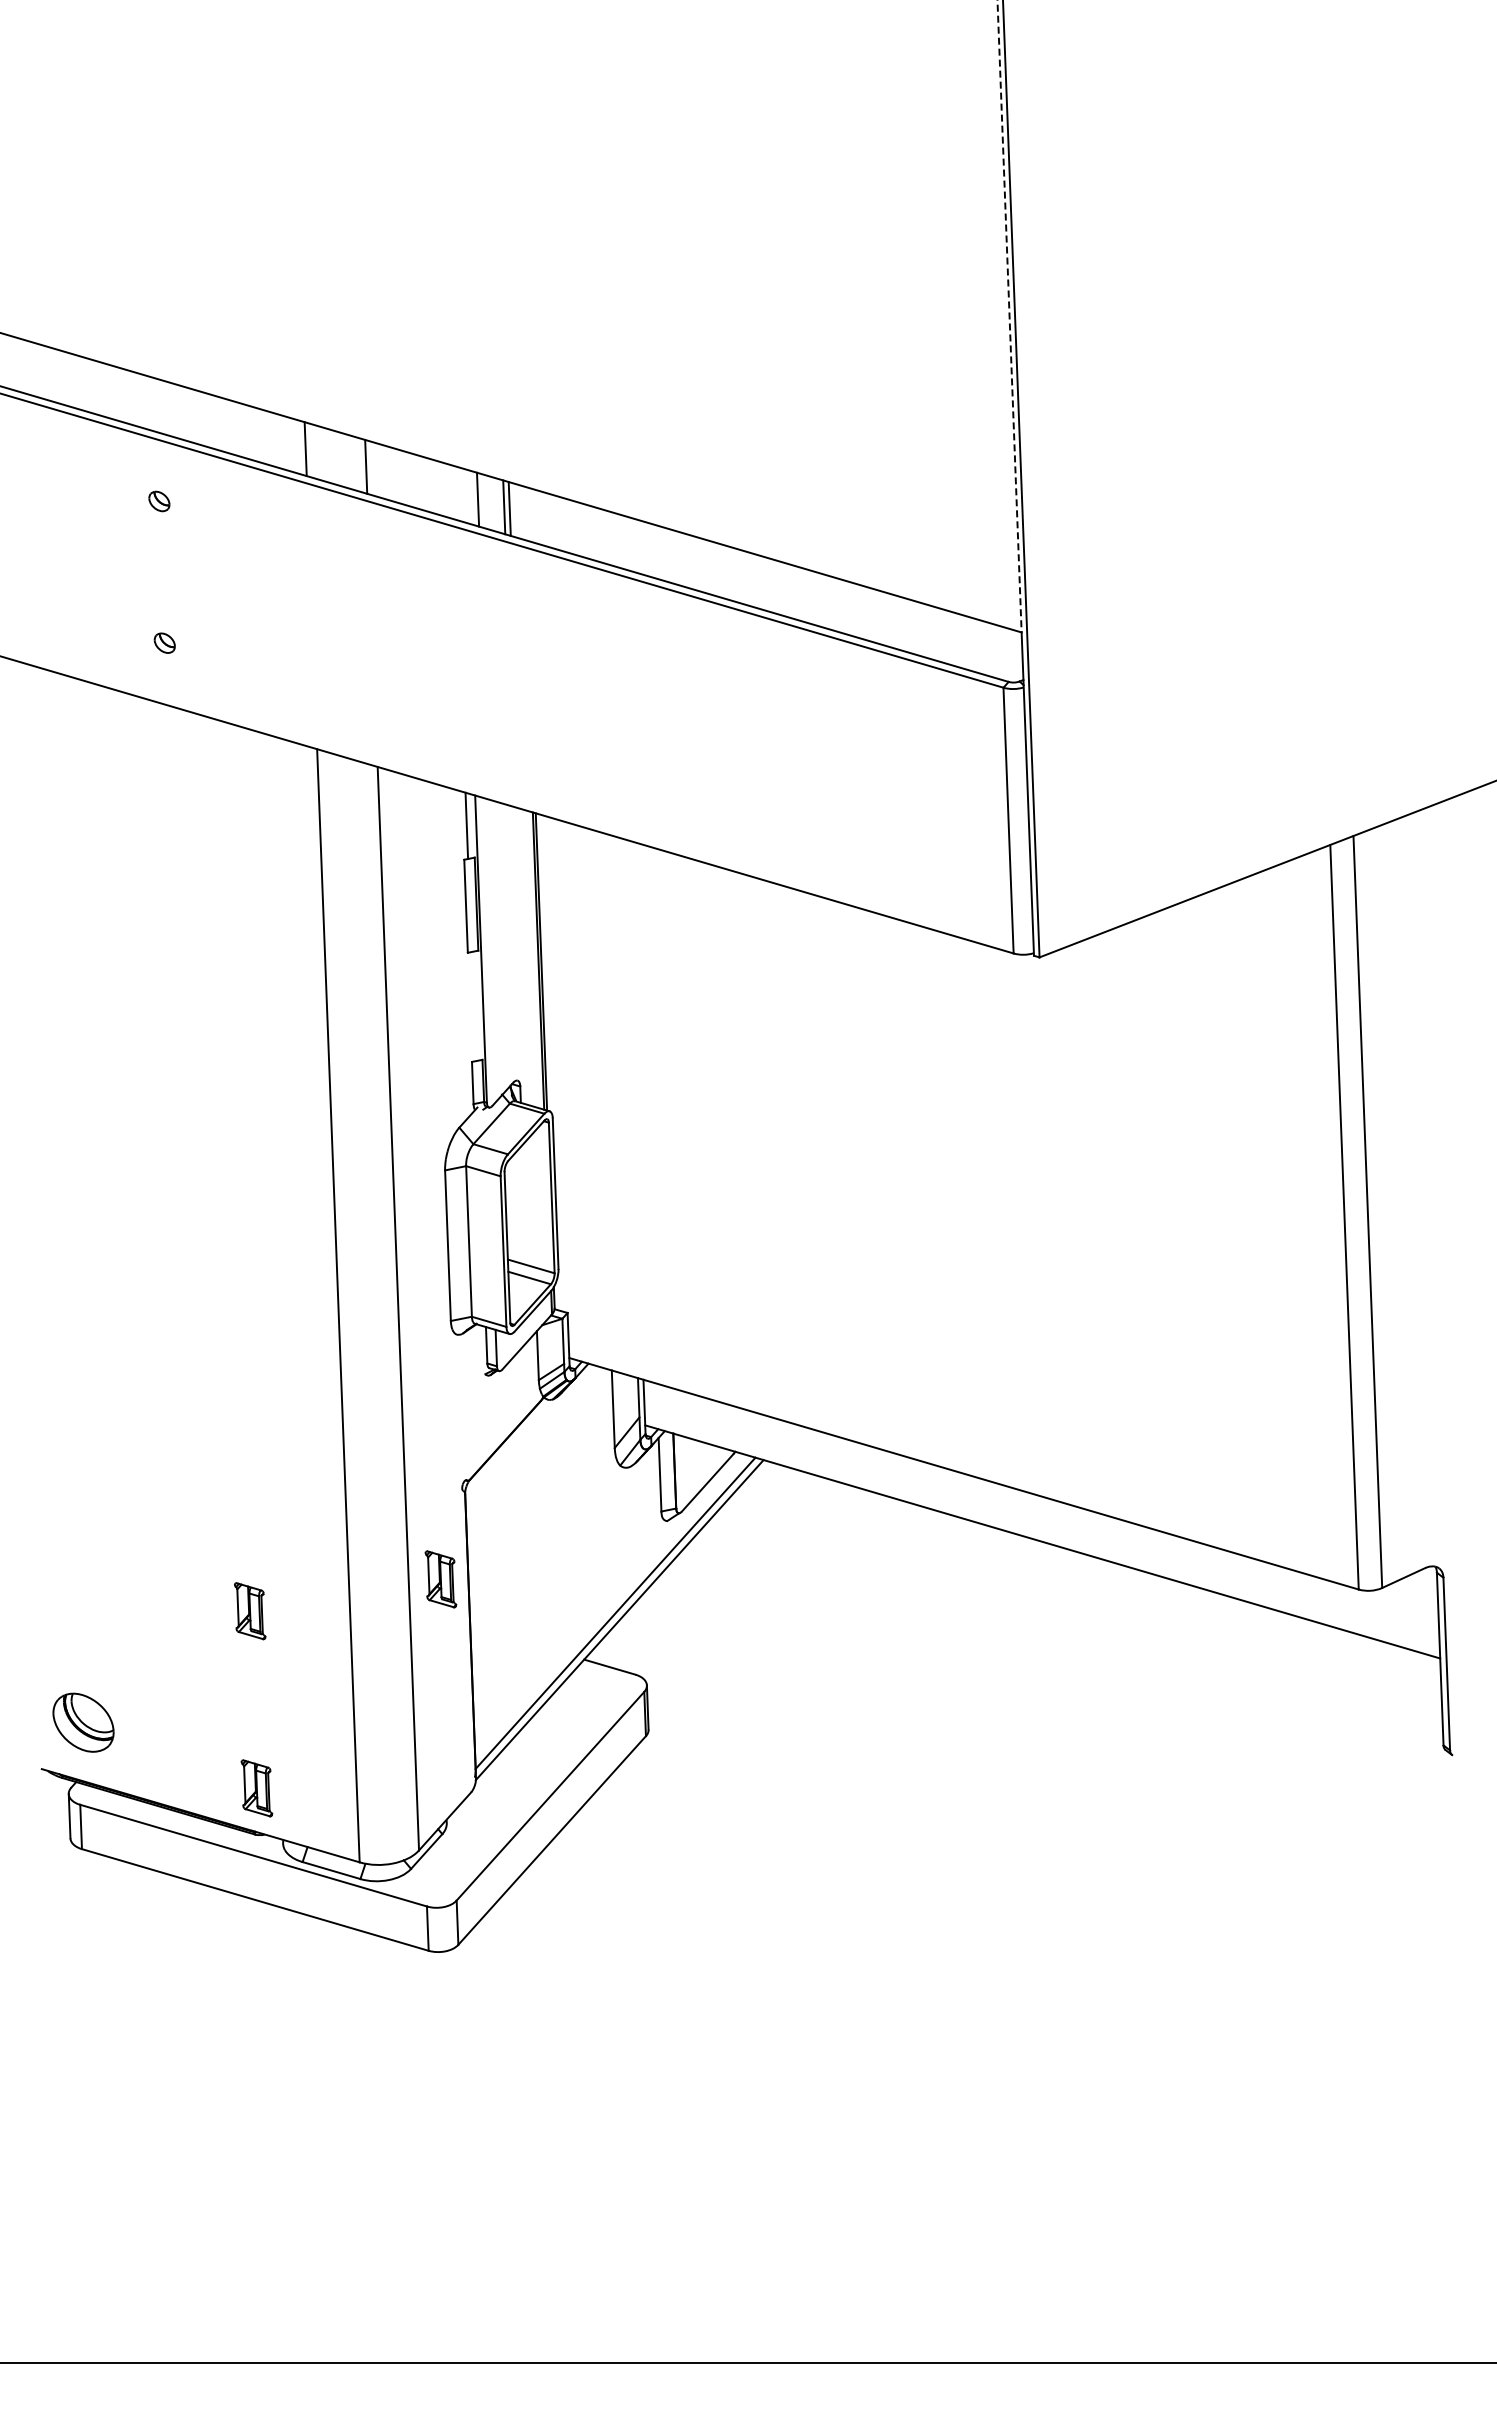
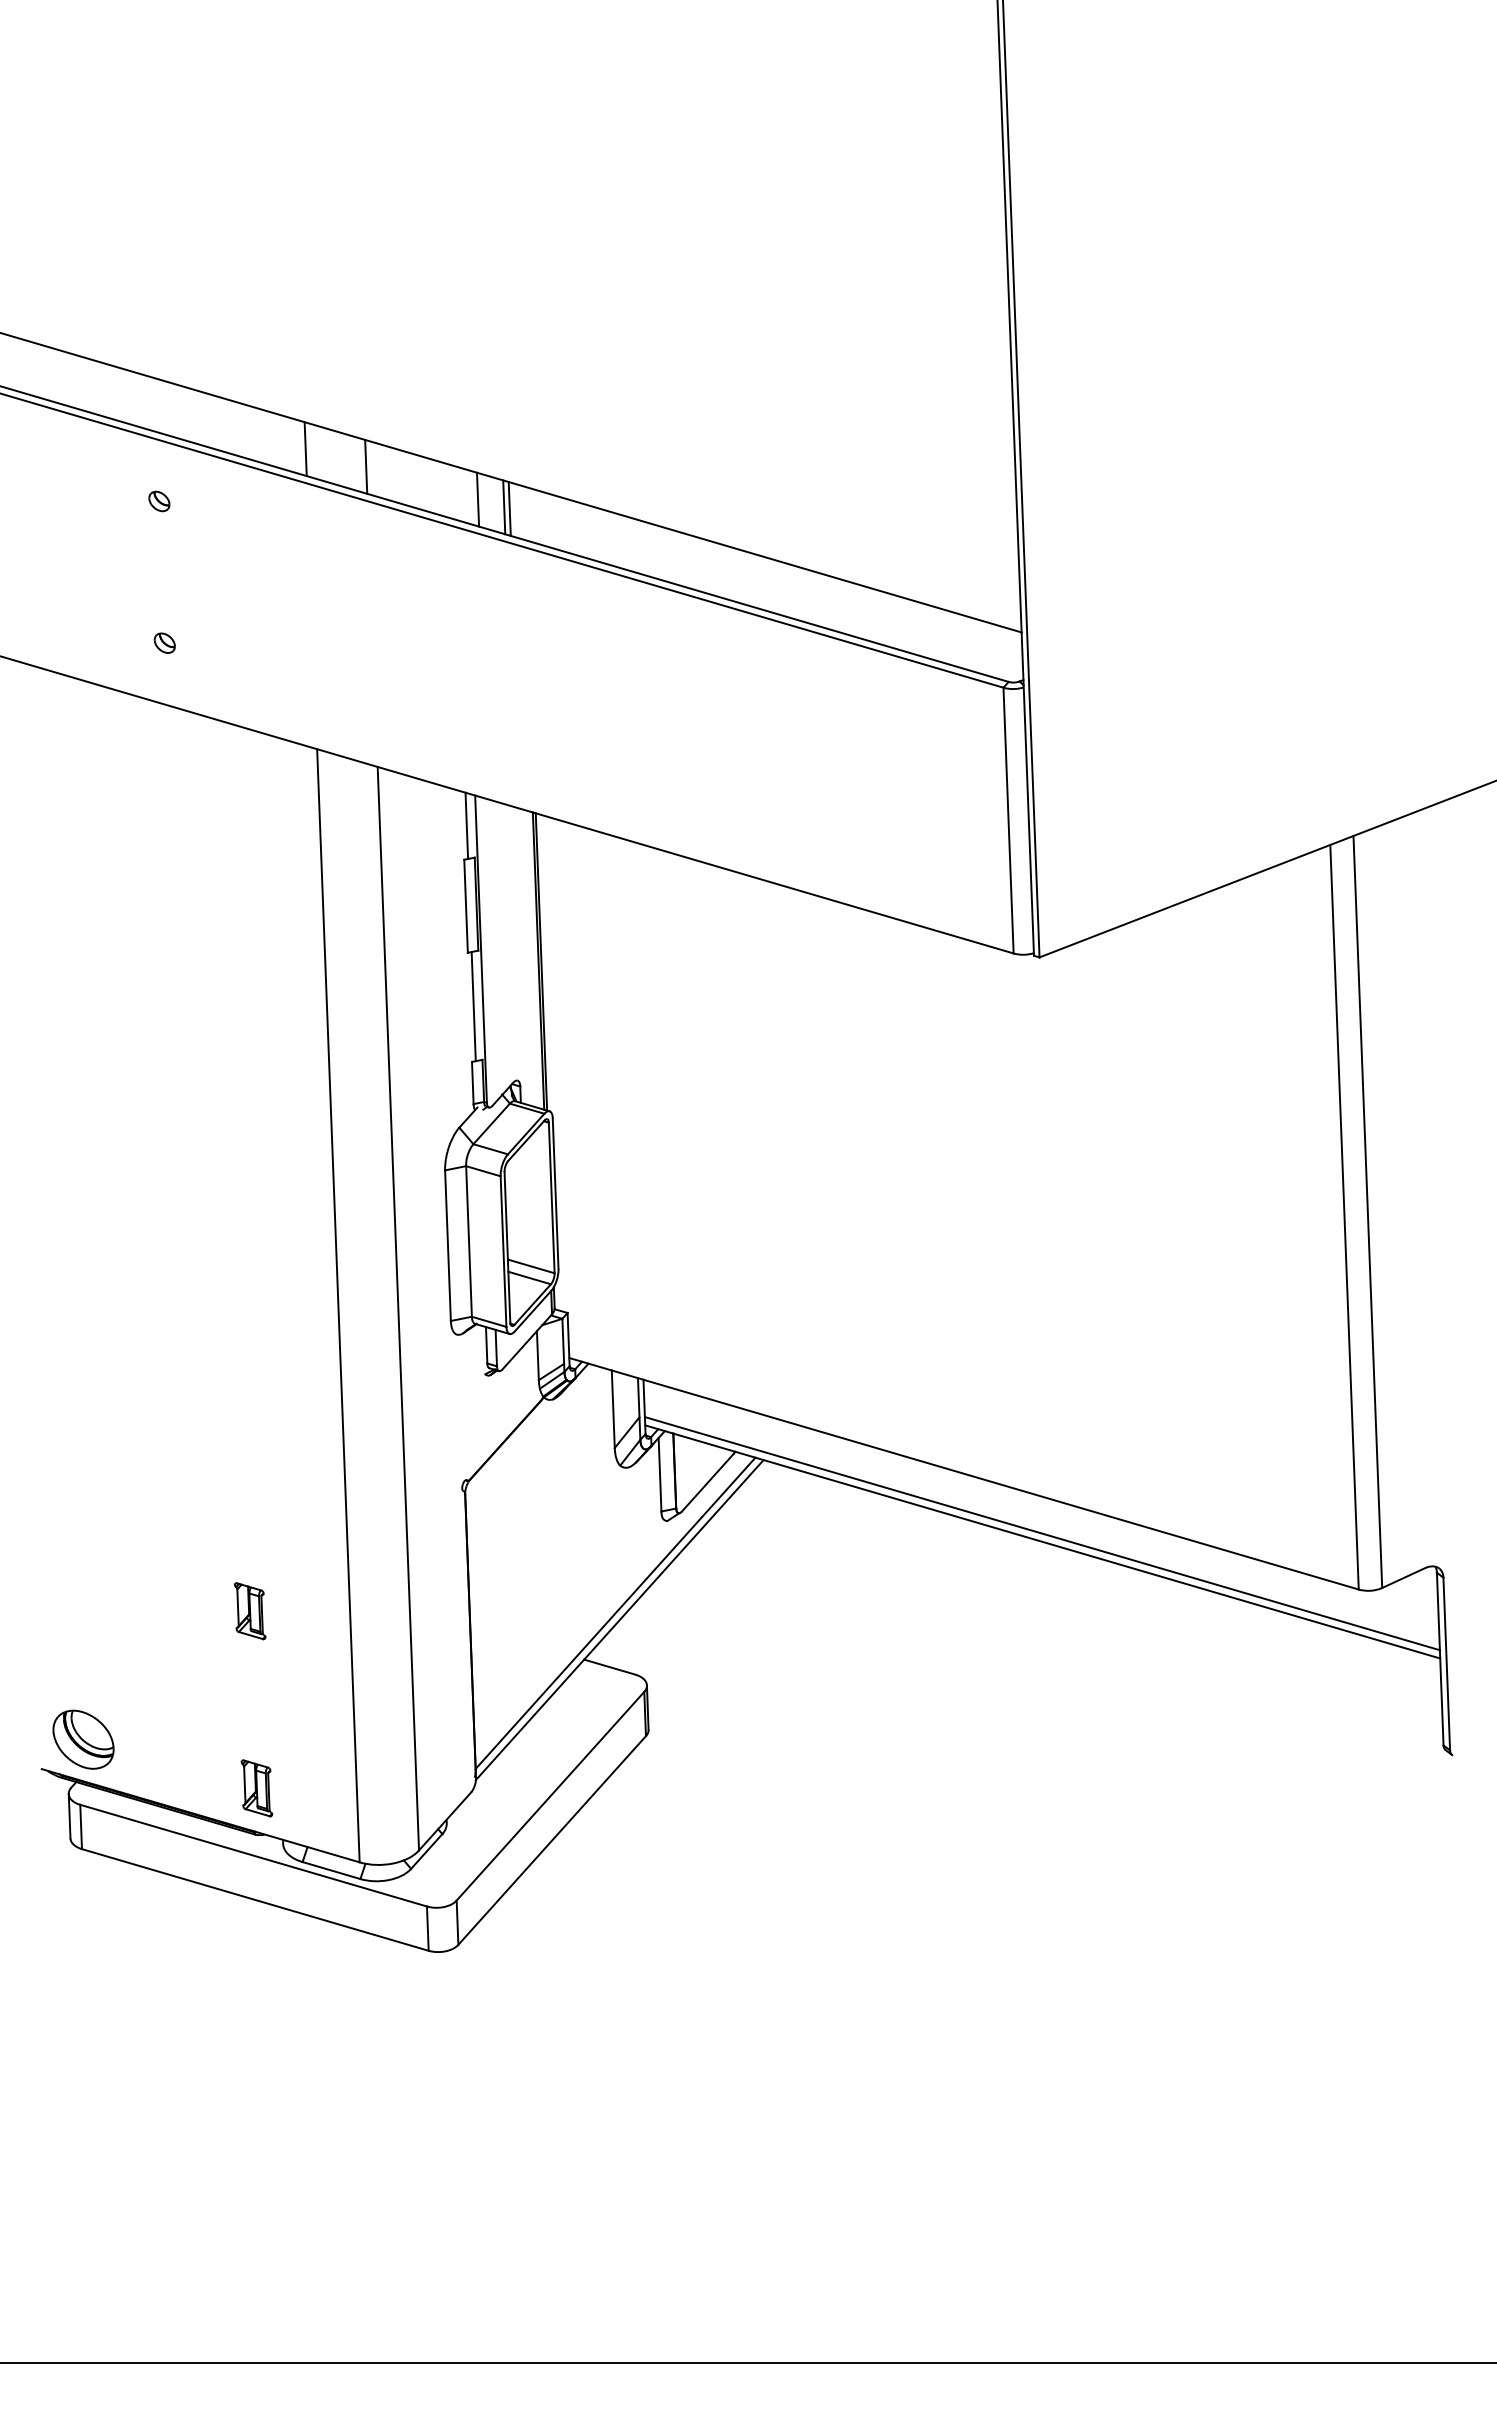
line at (1009, 316): dashed -> solid
line at (473, 1006): none -> present
line at (1041, 1533): none -> present
part at (440, 1579): present -> none
part at (83, 1722) position: (83, 1722) -> (83, 1739)
